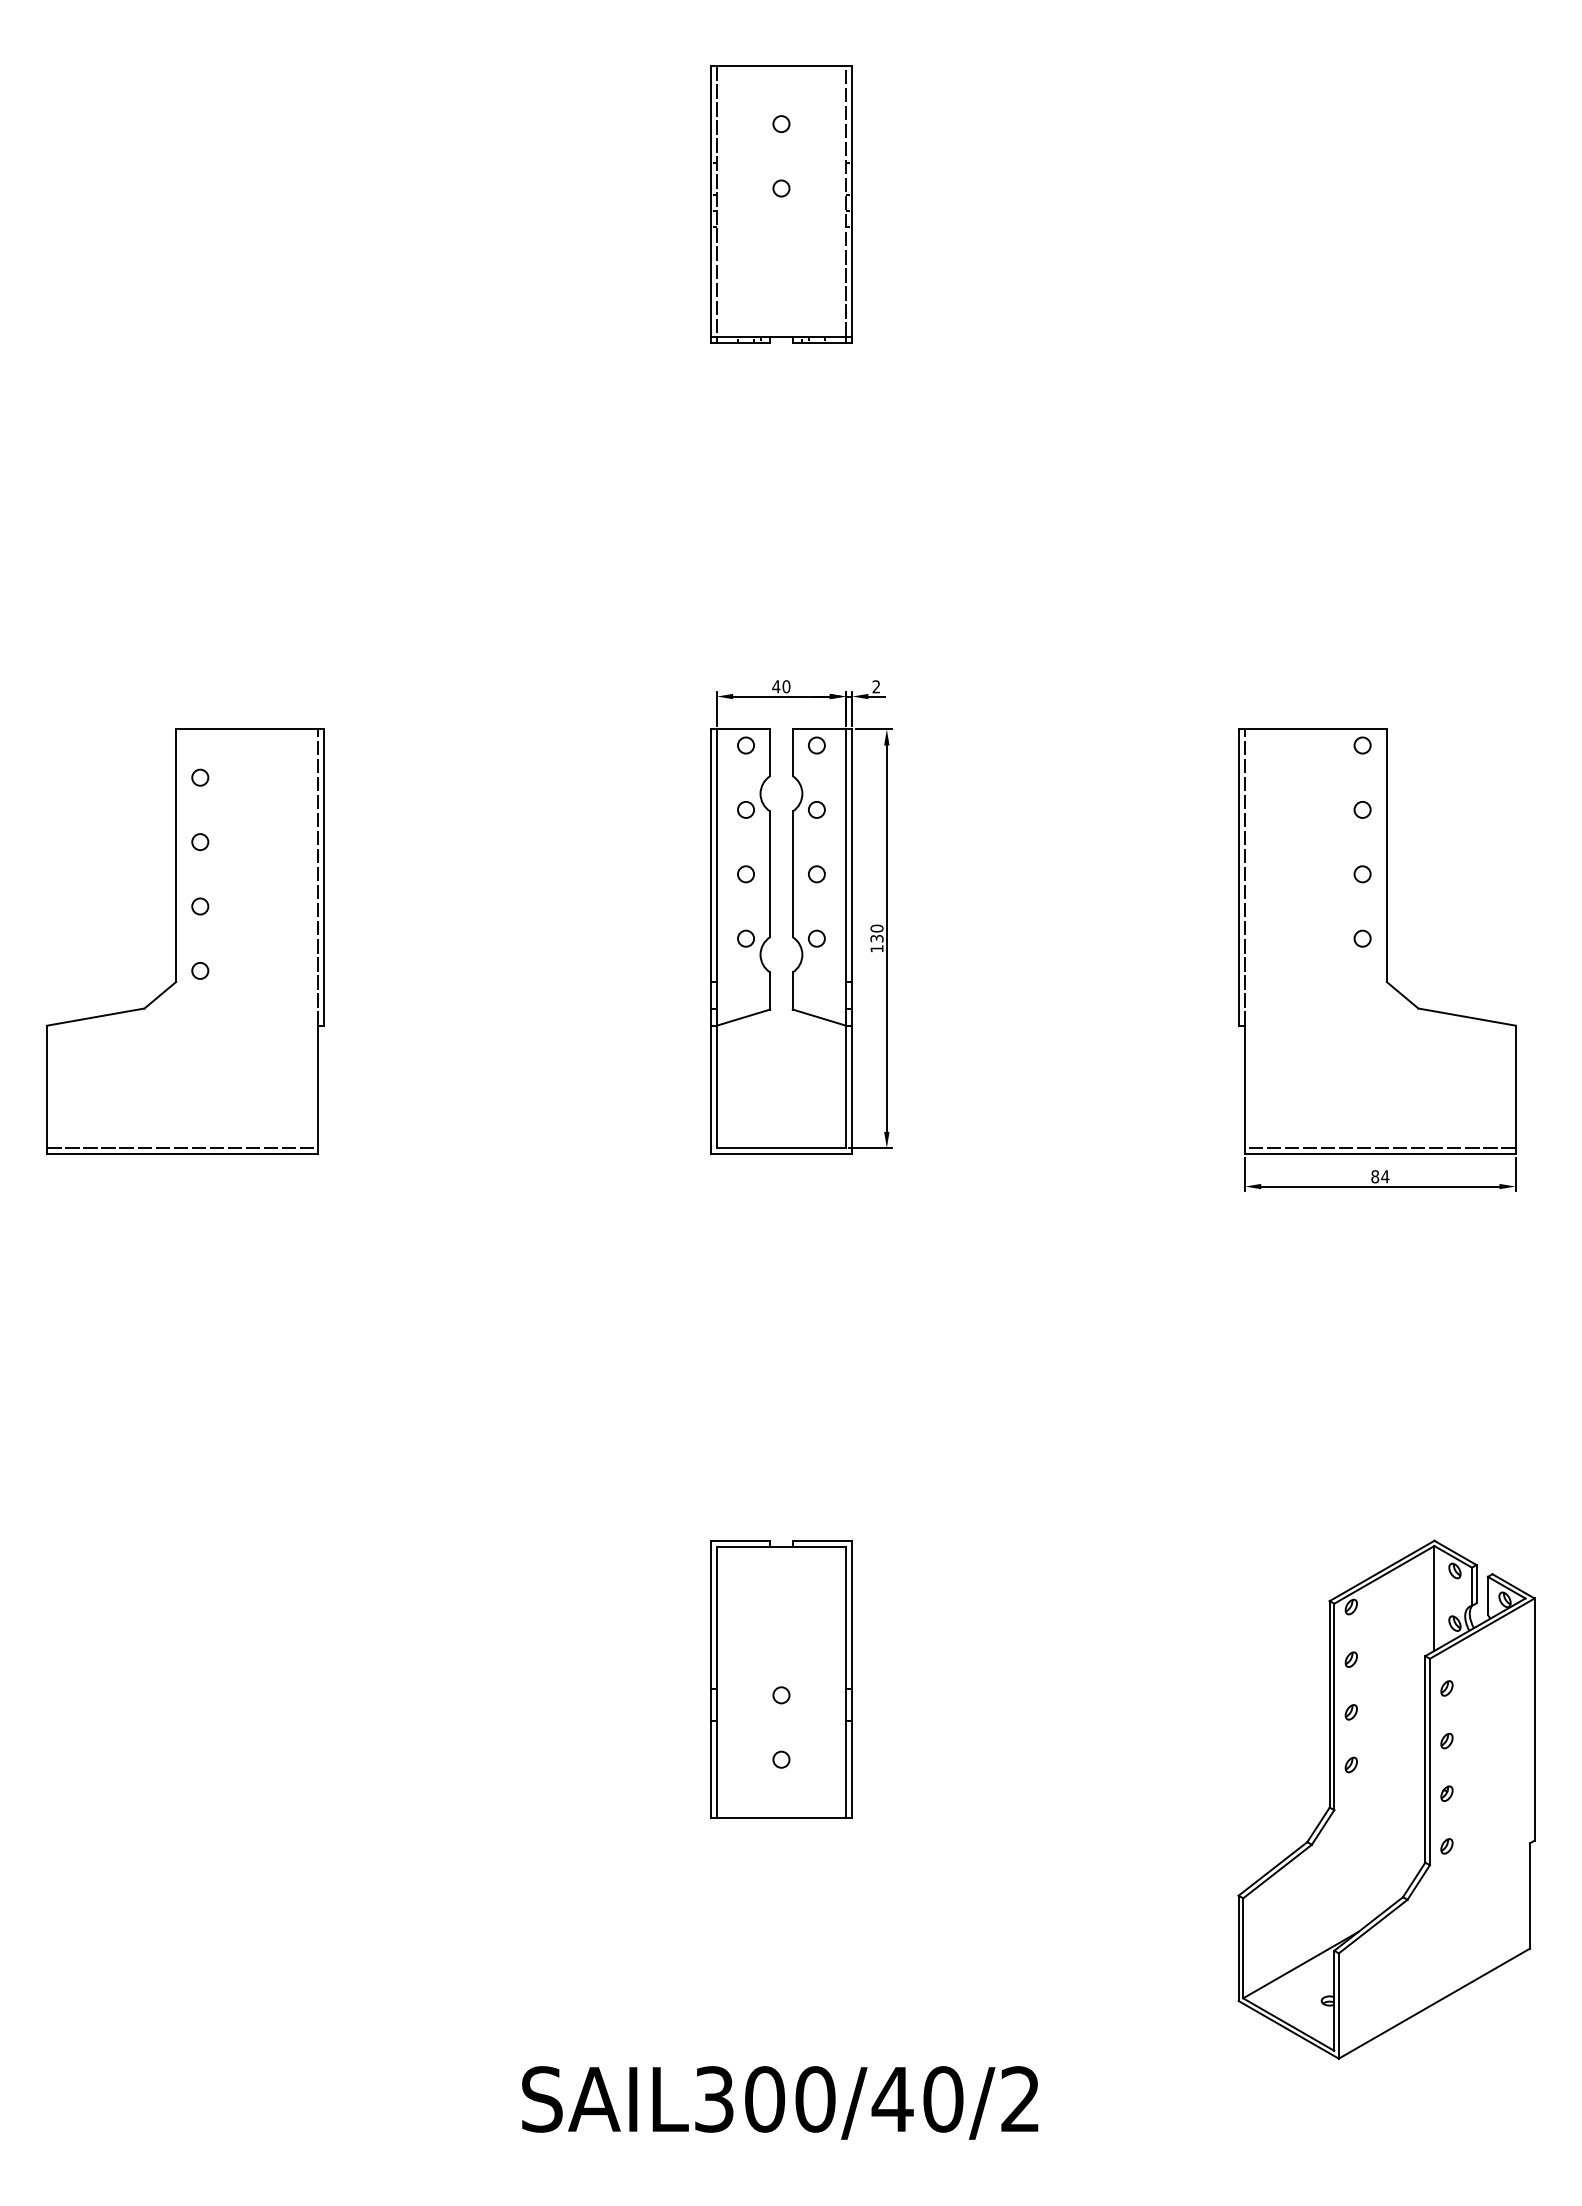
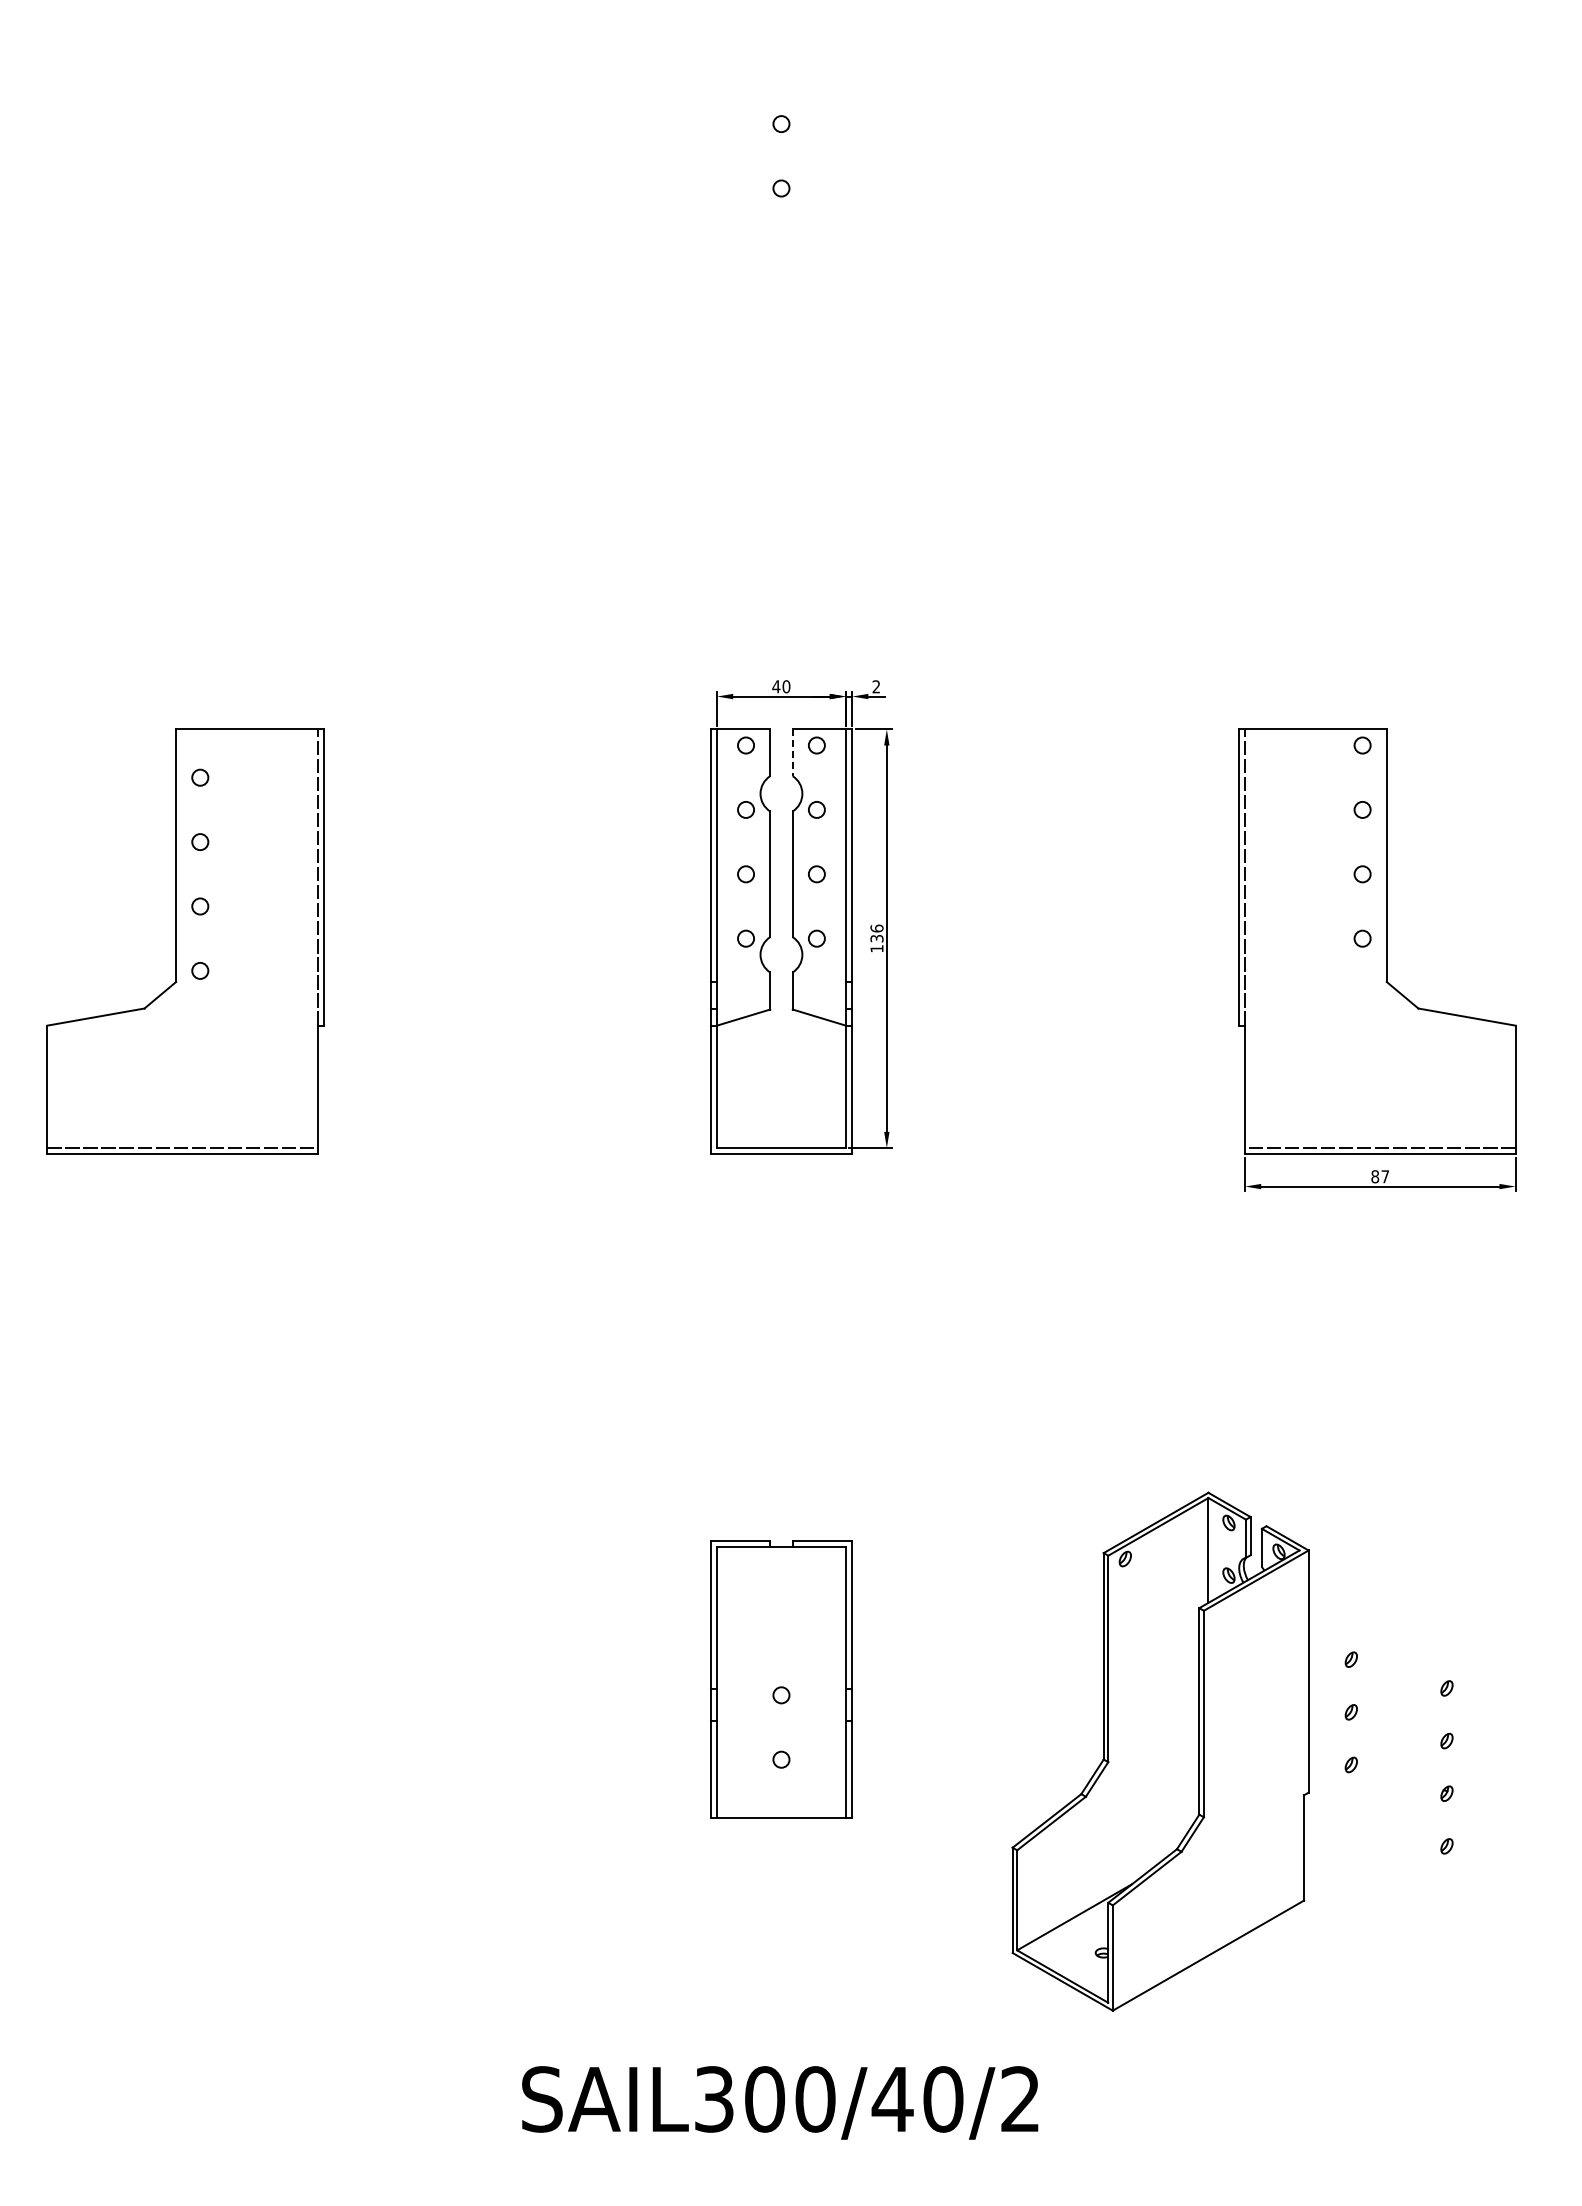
part at (781, 204): present -> none
line at (792, 753): solid -> dashed
text at (876, 928): 130 -> 136
text at (1385, 1176): 84 -> 87
part at (1386, 1799) position: (1386, 1799) -> (1160, 1751)
